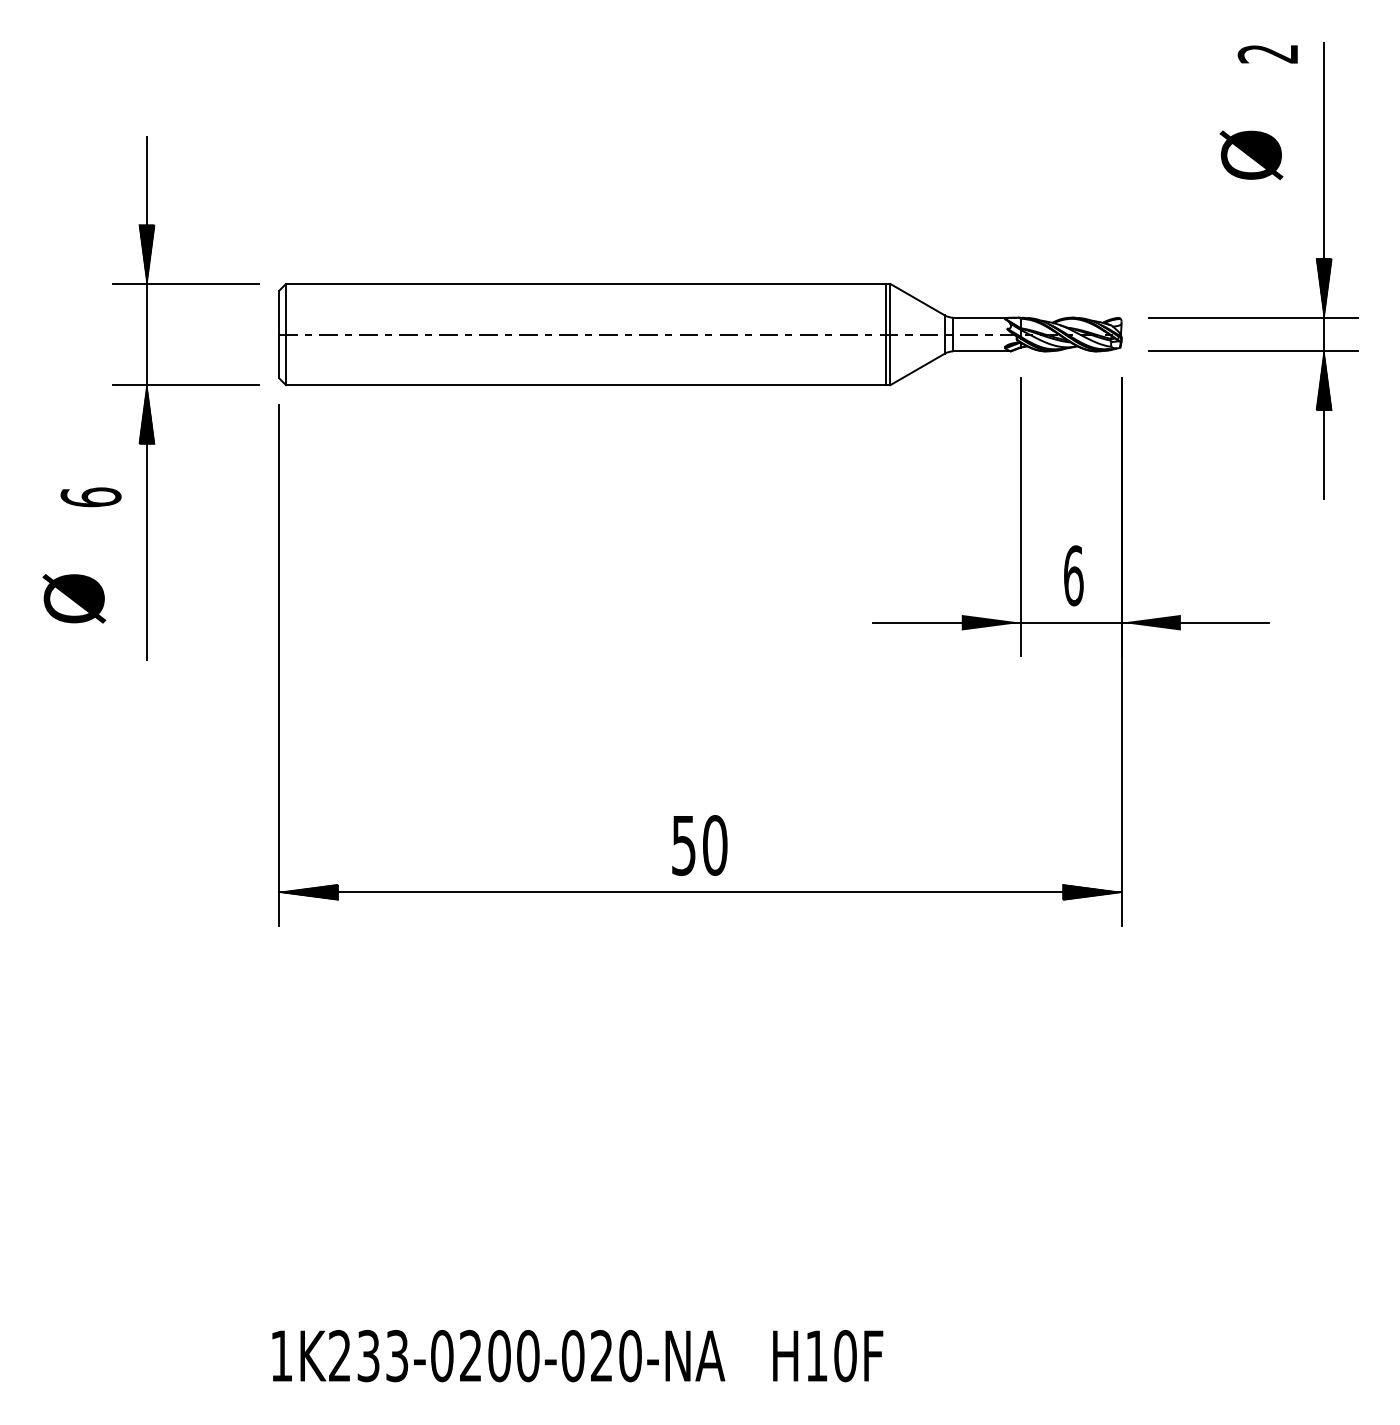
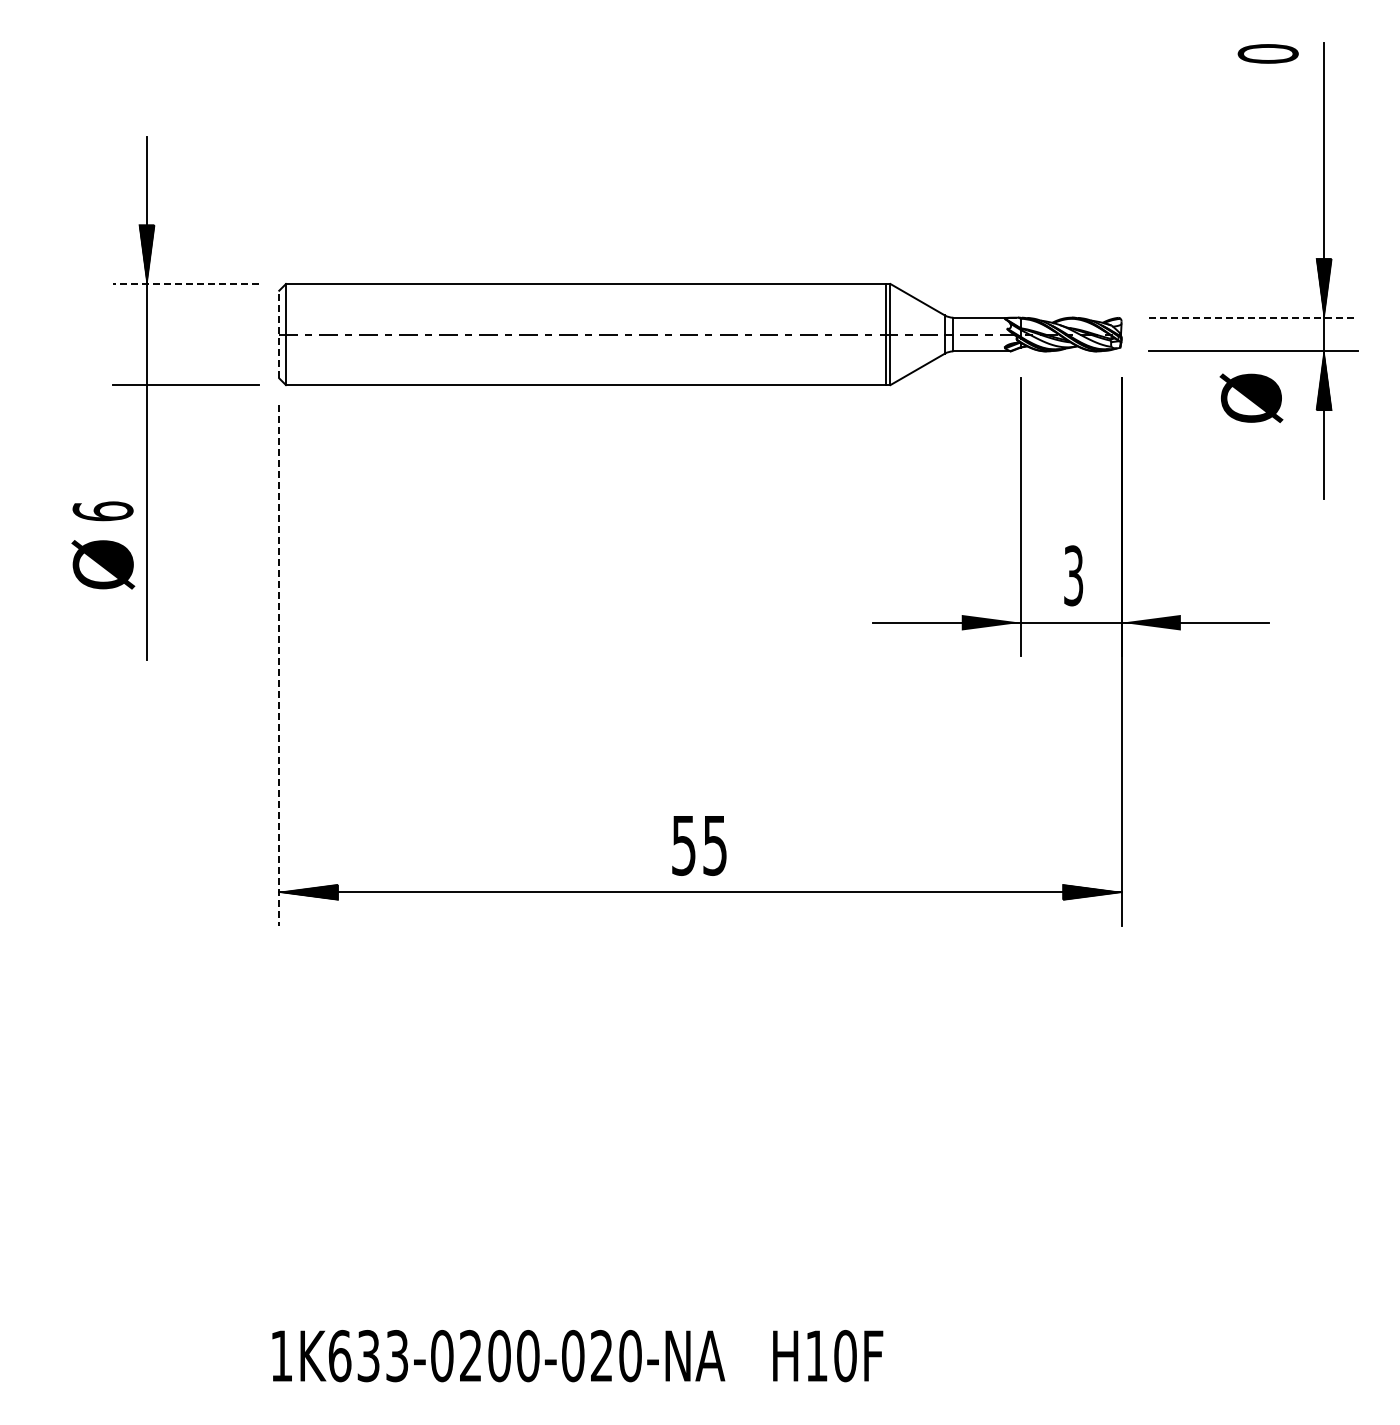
text at (1267, 53): 2 -> 0
text at (1251, 154) position: (1251, 154) -> (1251, 397)
line at (186, 284): solid -> dashed
line at (1253, 317): solid -> dashed
line at (279, 334): solid -> dashed
hatch at (146, 414): present -> none
text at (90, 497) position: (90, 497) -> (102, 511)
text at (1073, 575): 6 -> 3
text at (74, 598) position: (74, 598) -> (103, 564)
line at (279, 666): solid -> dashed
text at (715, 845): 50 -> 55
text at (339, 1355): 1K233-0200-020-NA -> 1K633-0200-020-NA
